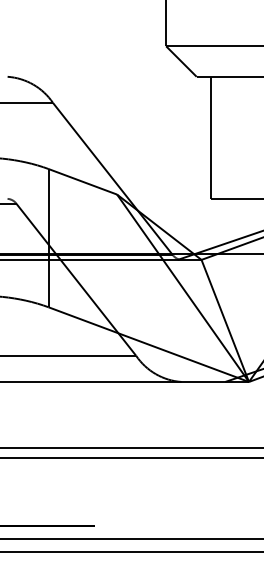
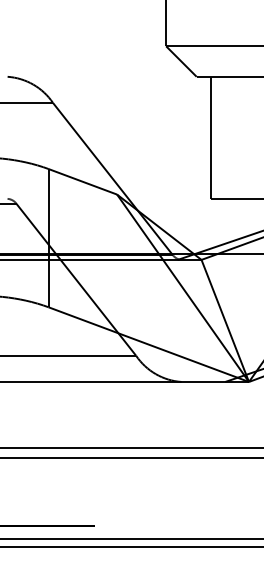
line at (131, 551) position: (131, 551) -> (131, 546)
